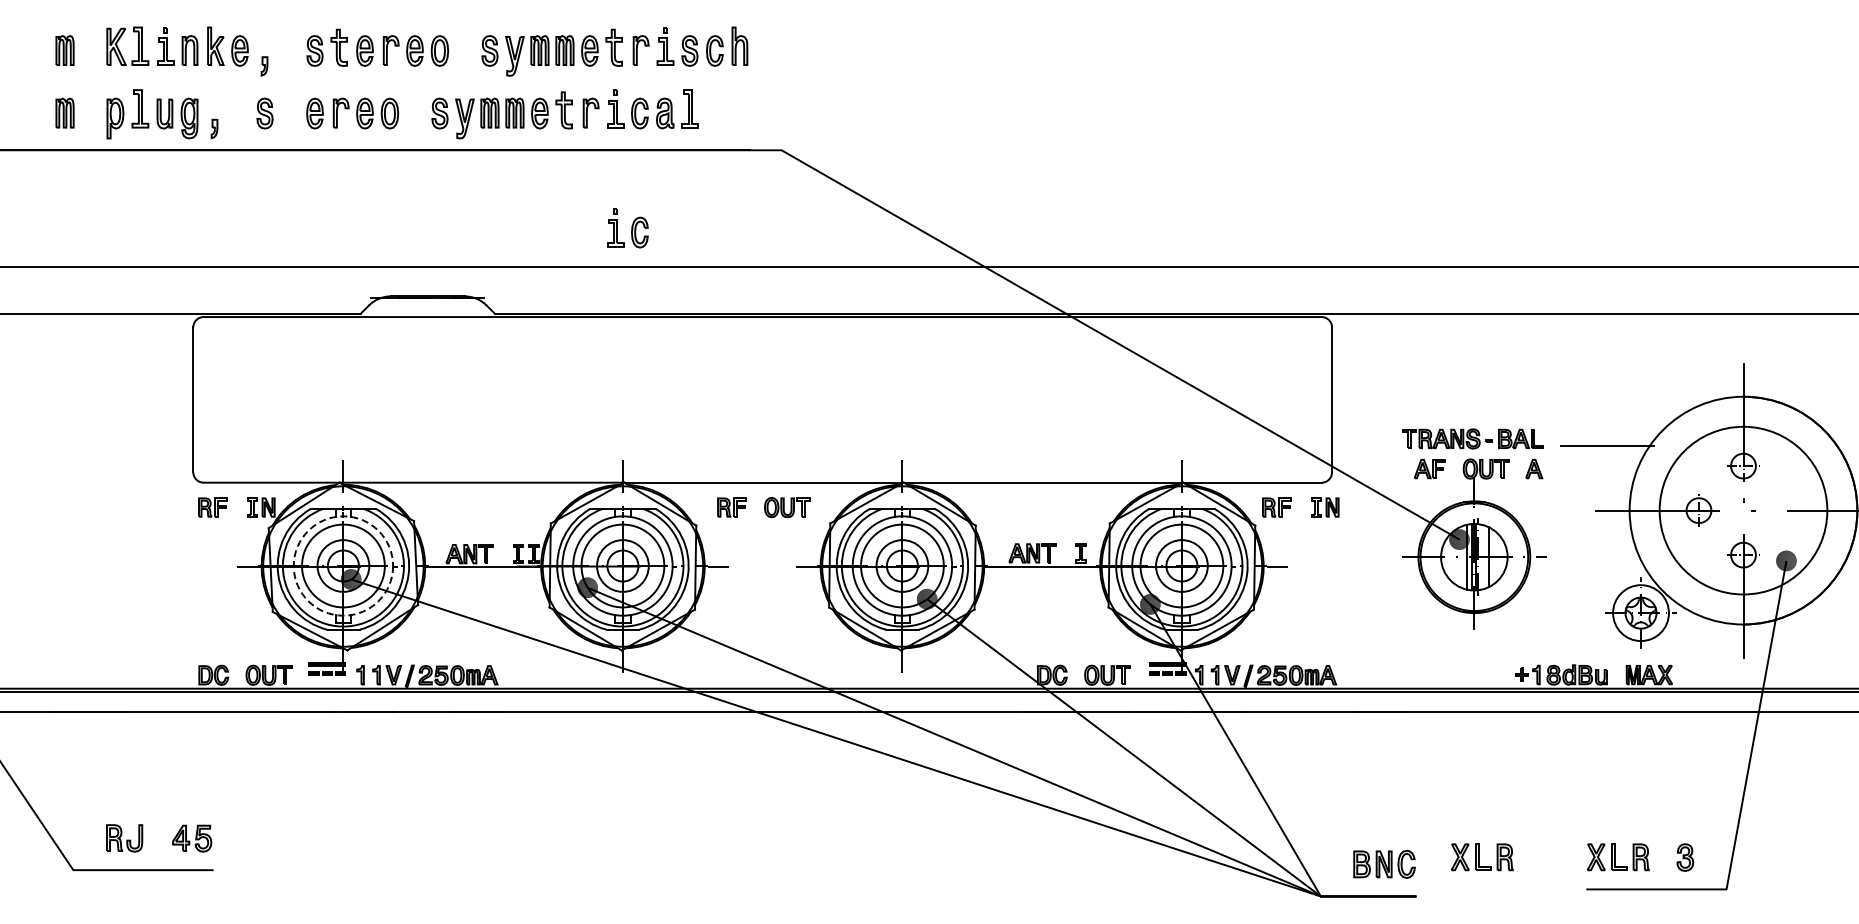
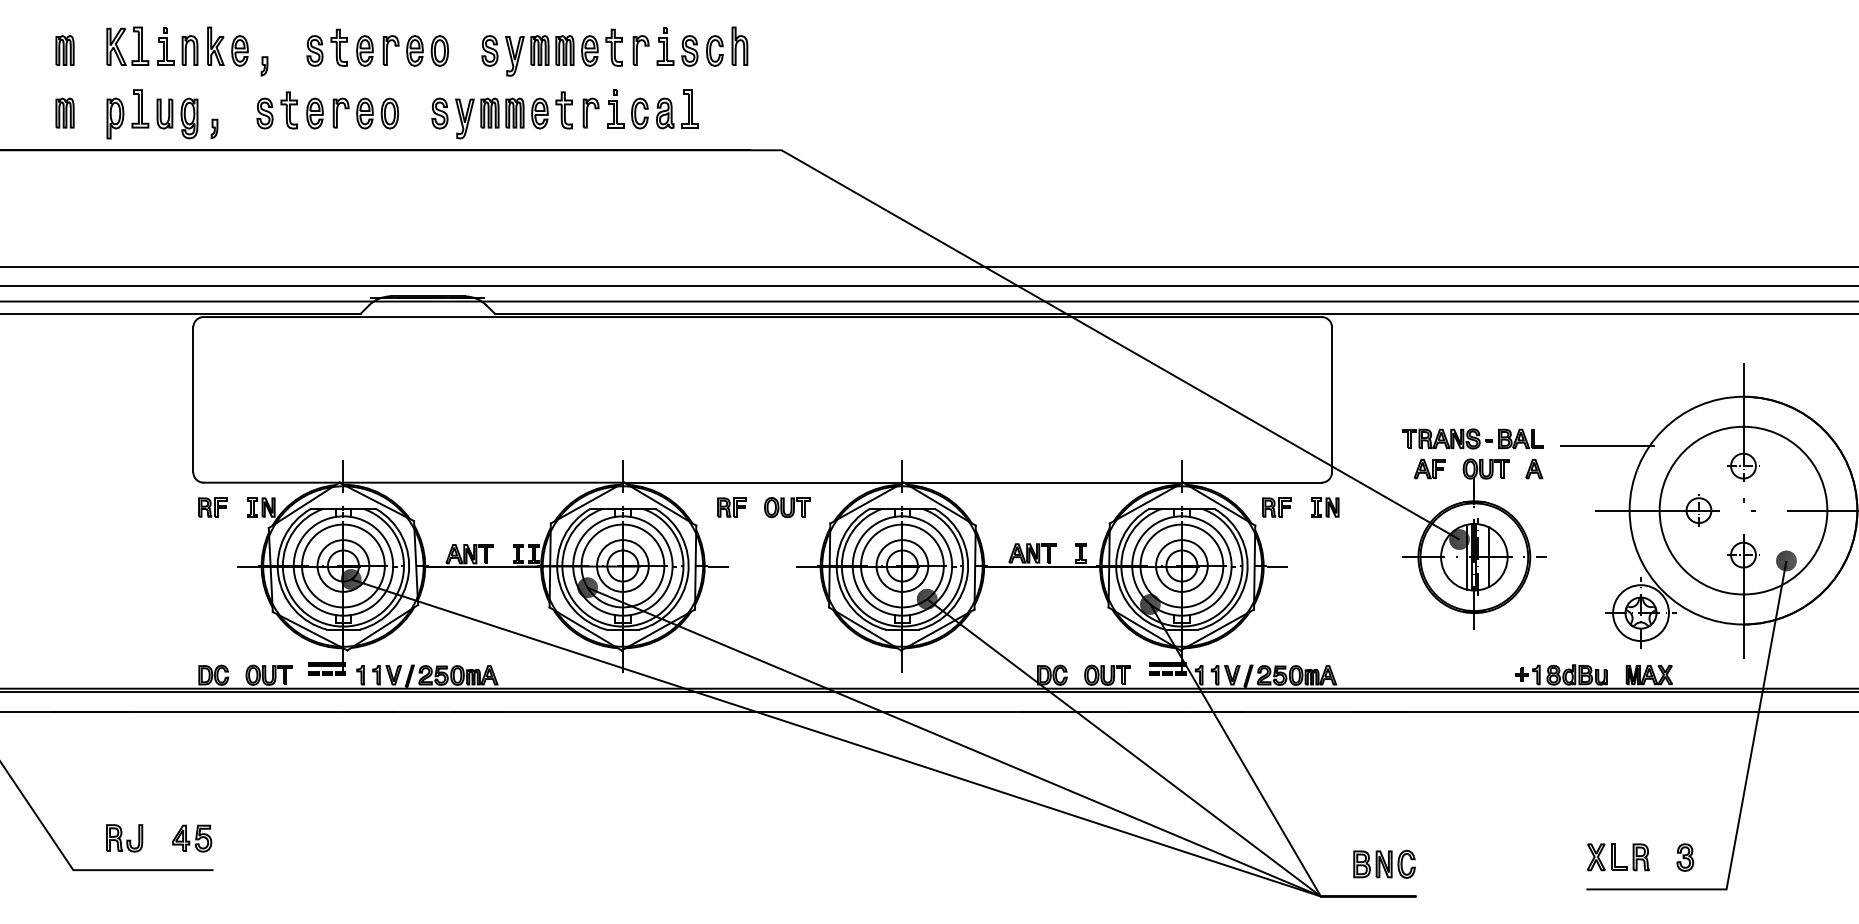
part at (288, 110): none -> present
part at (627, 228): present -> none
line at (928, 286): none -> present
line at (928, 301): none -> present
circle at (343, 565): dashed -> solid
part at (1482, 857): present -> none
